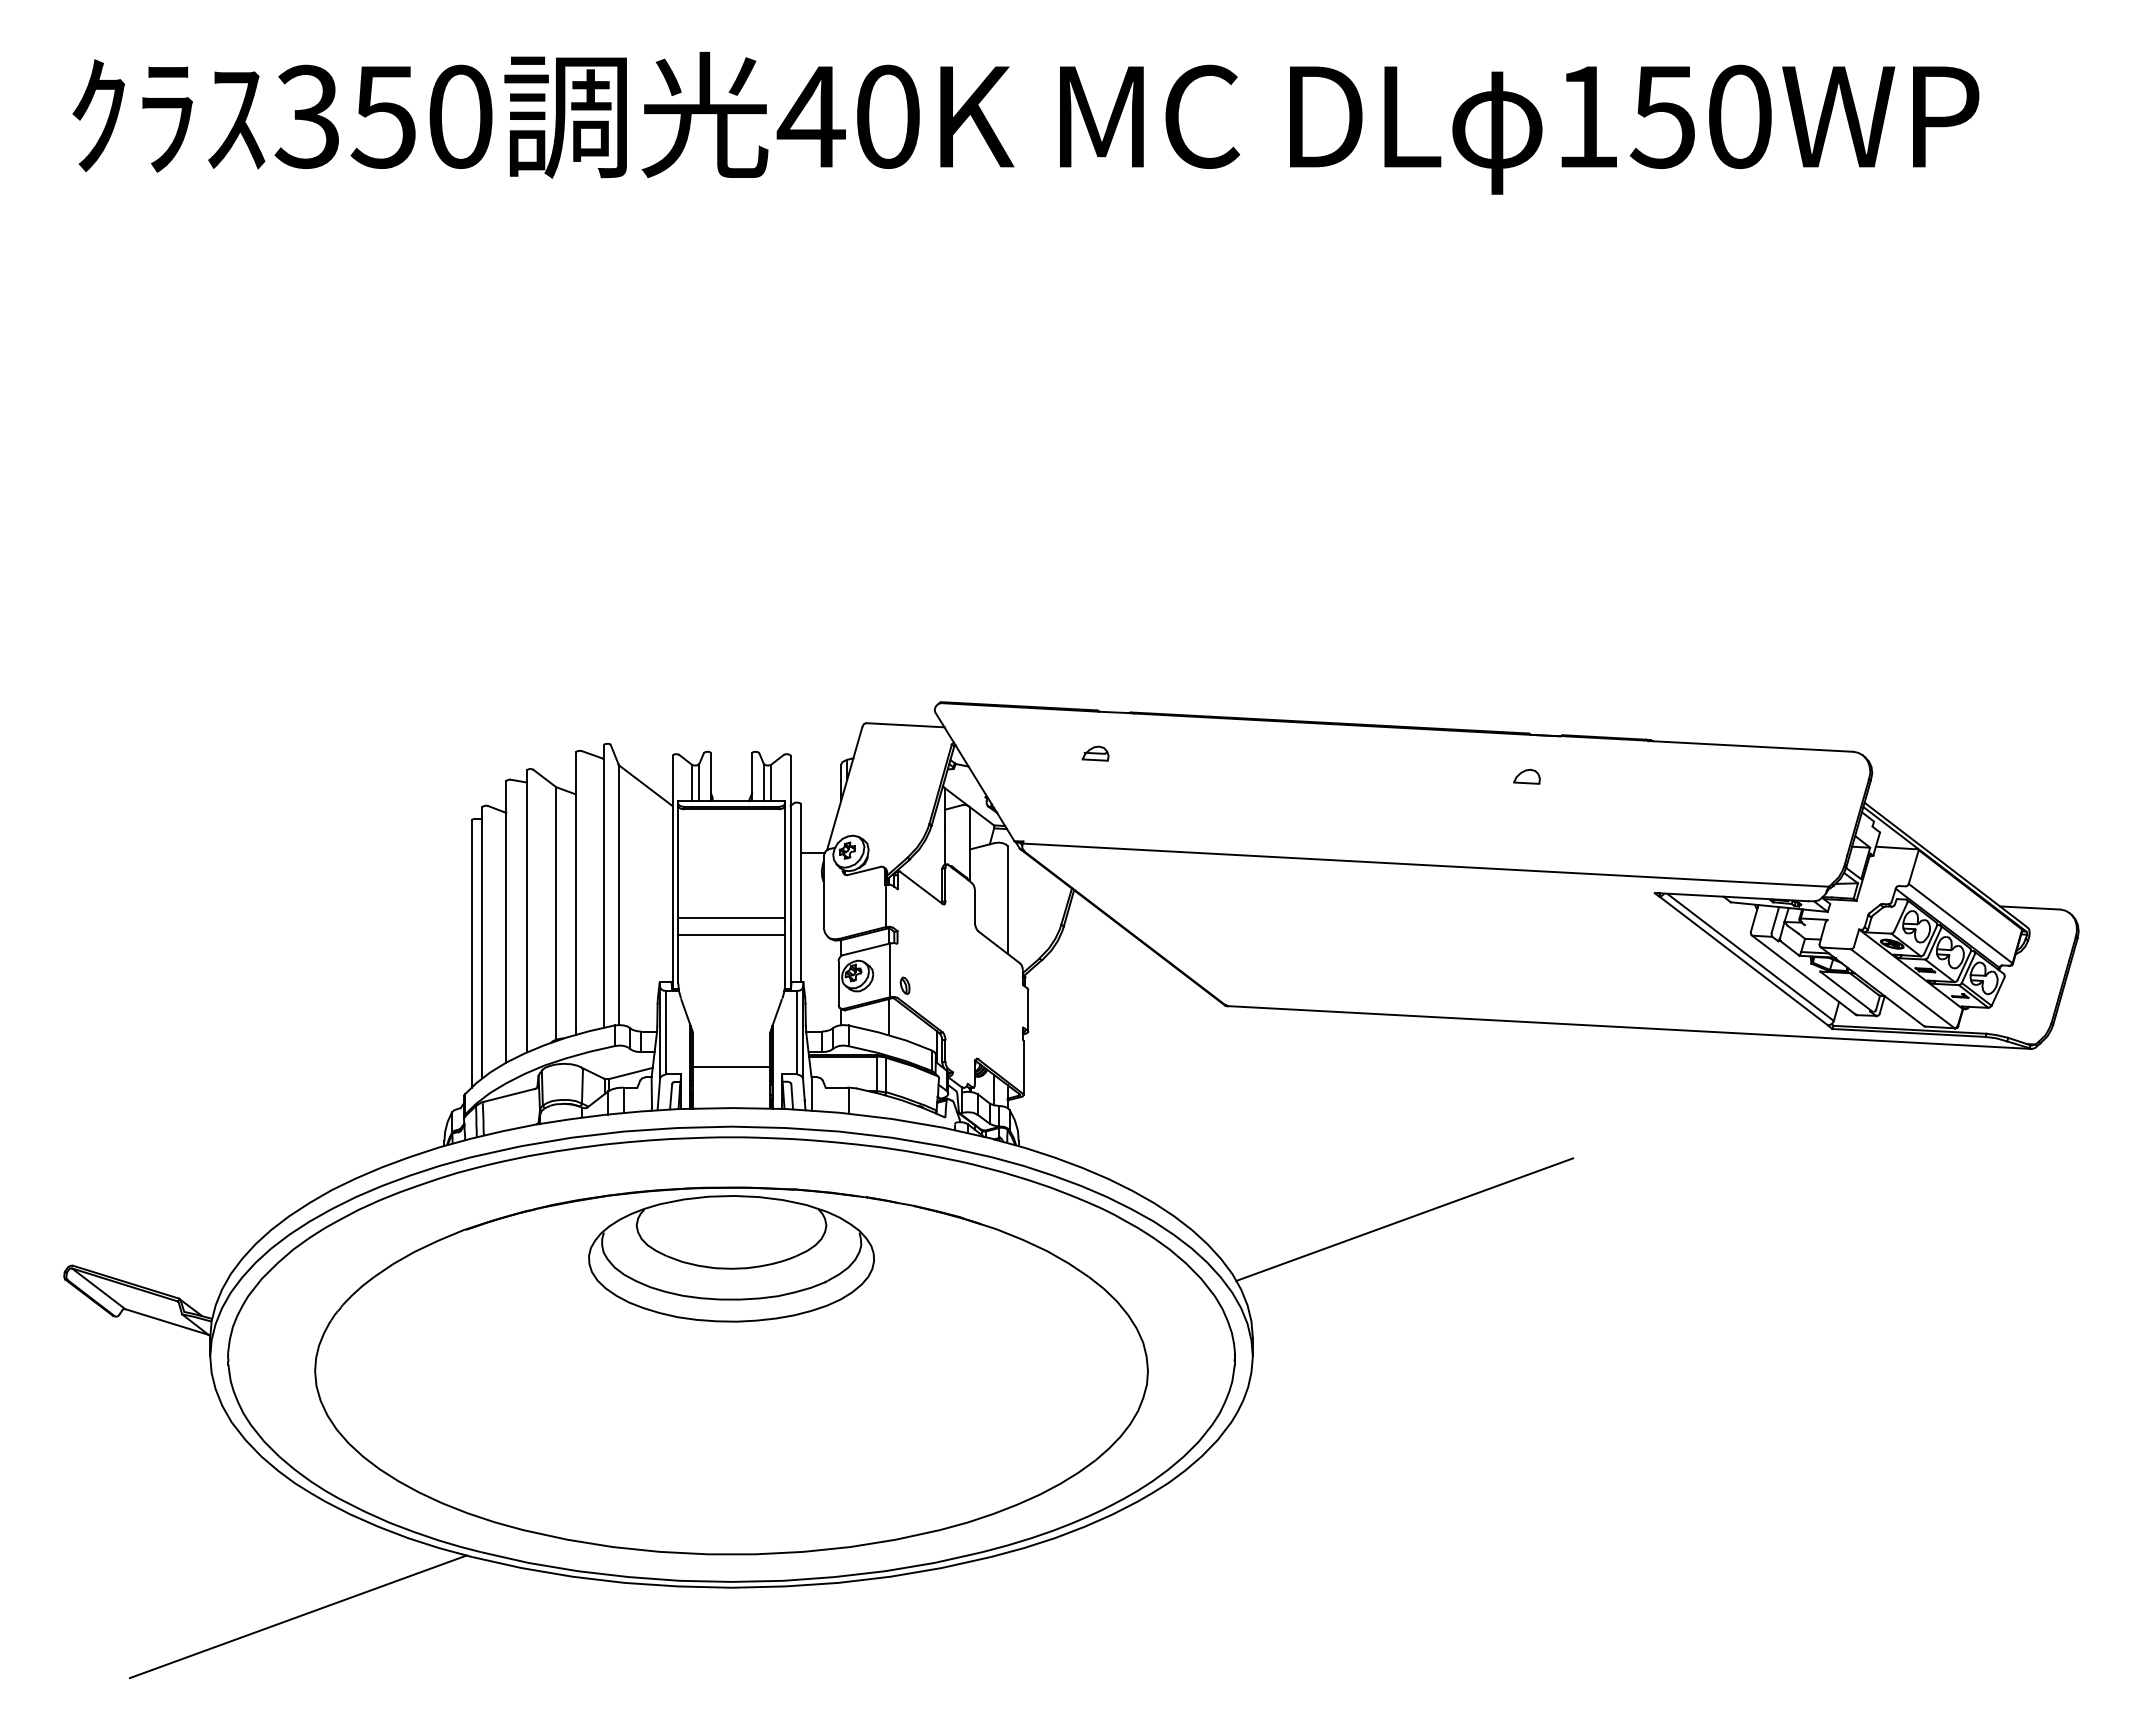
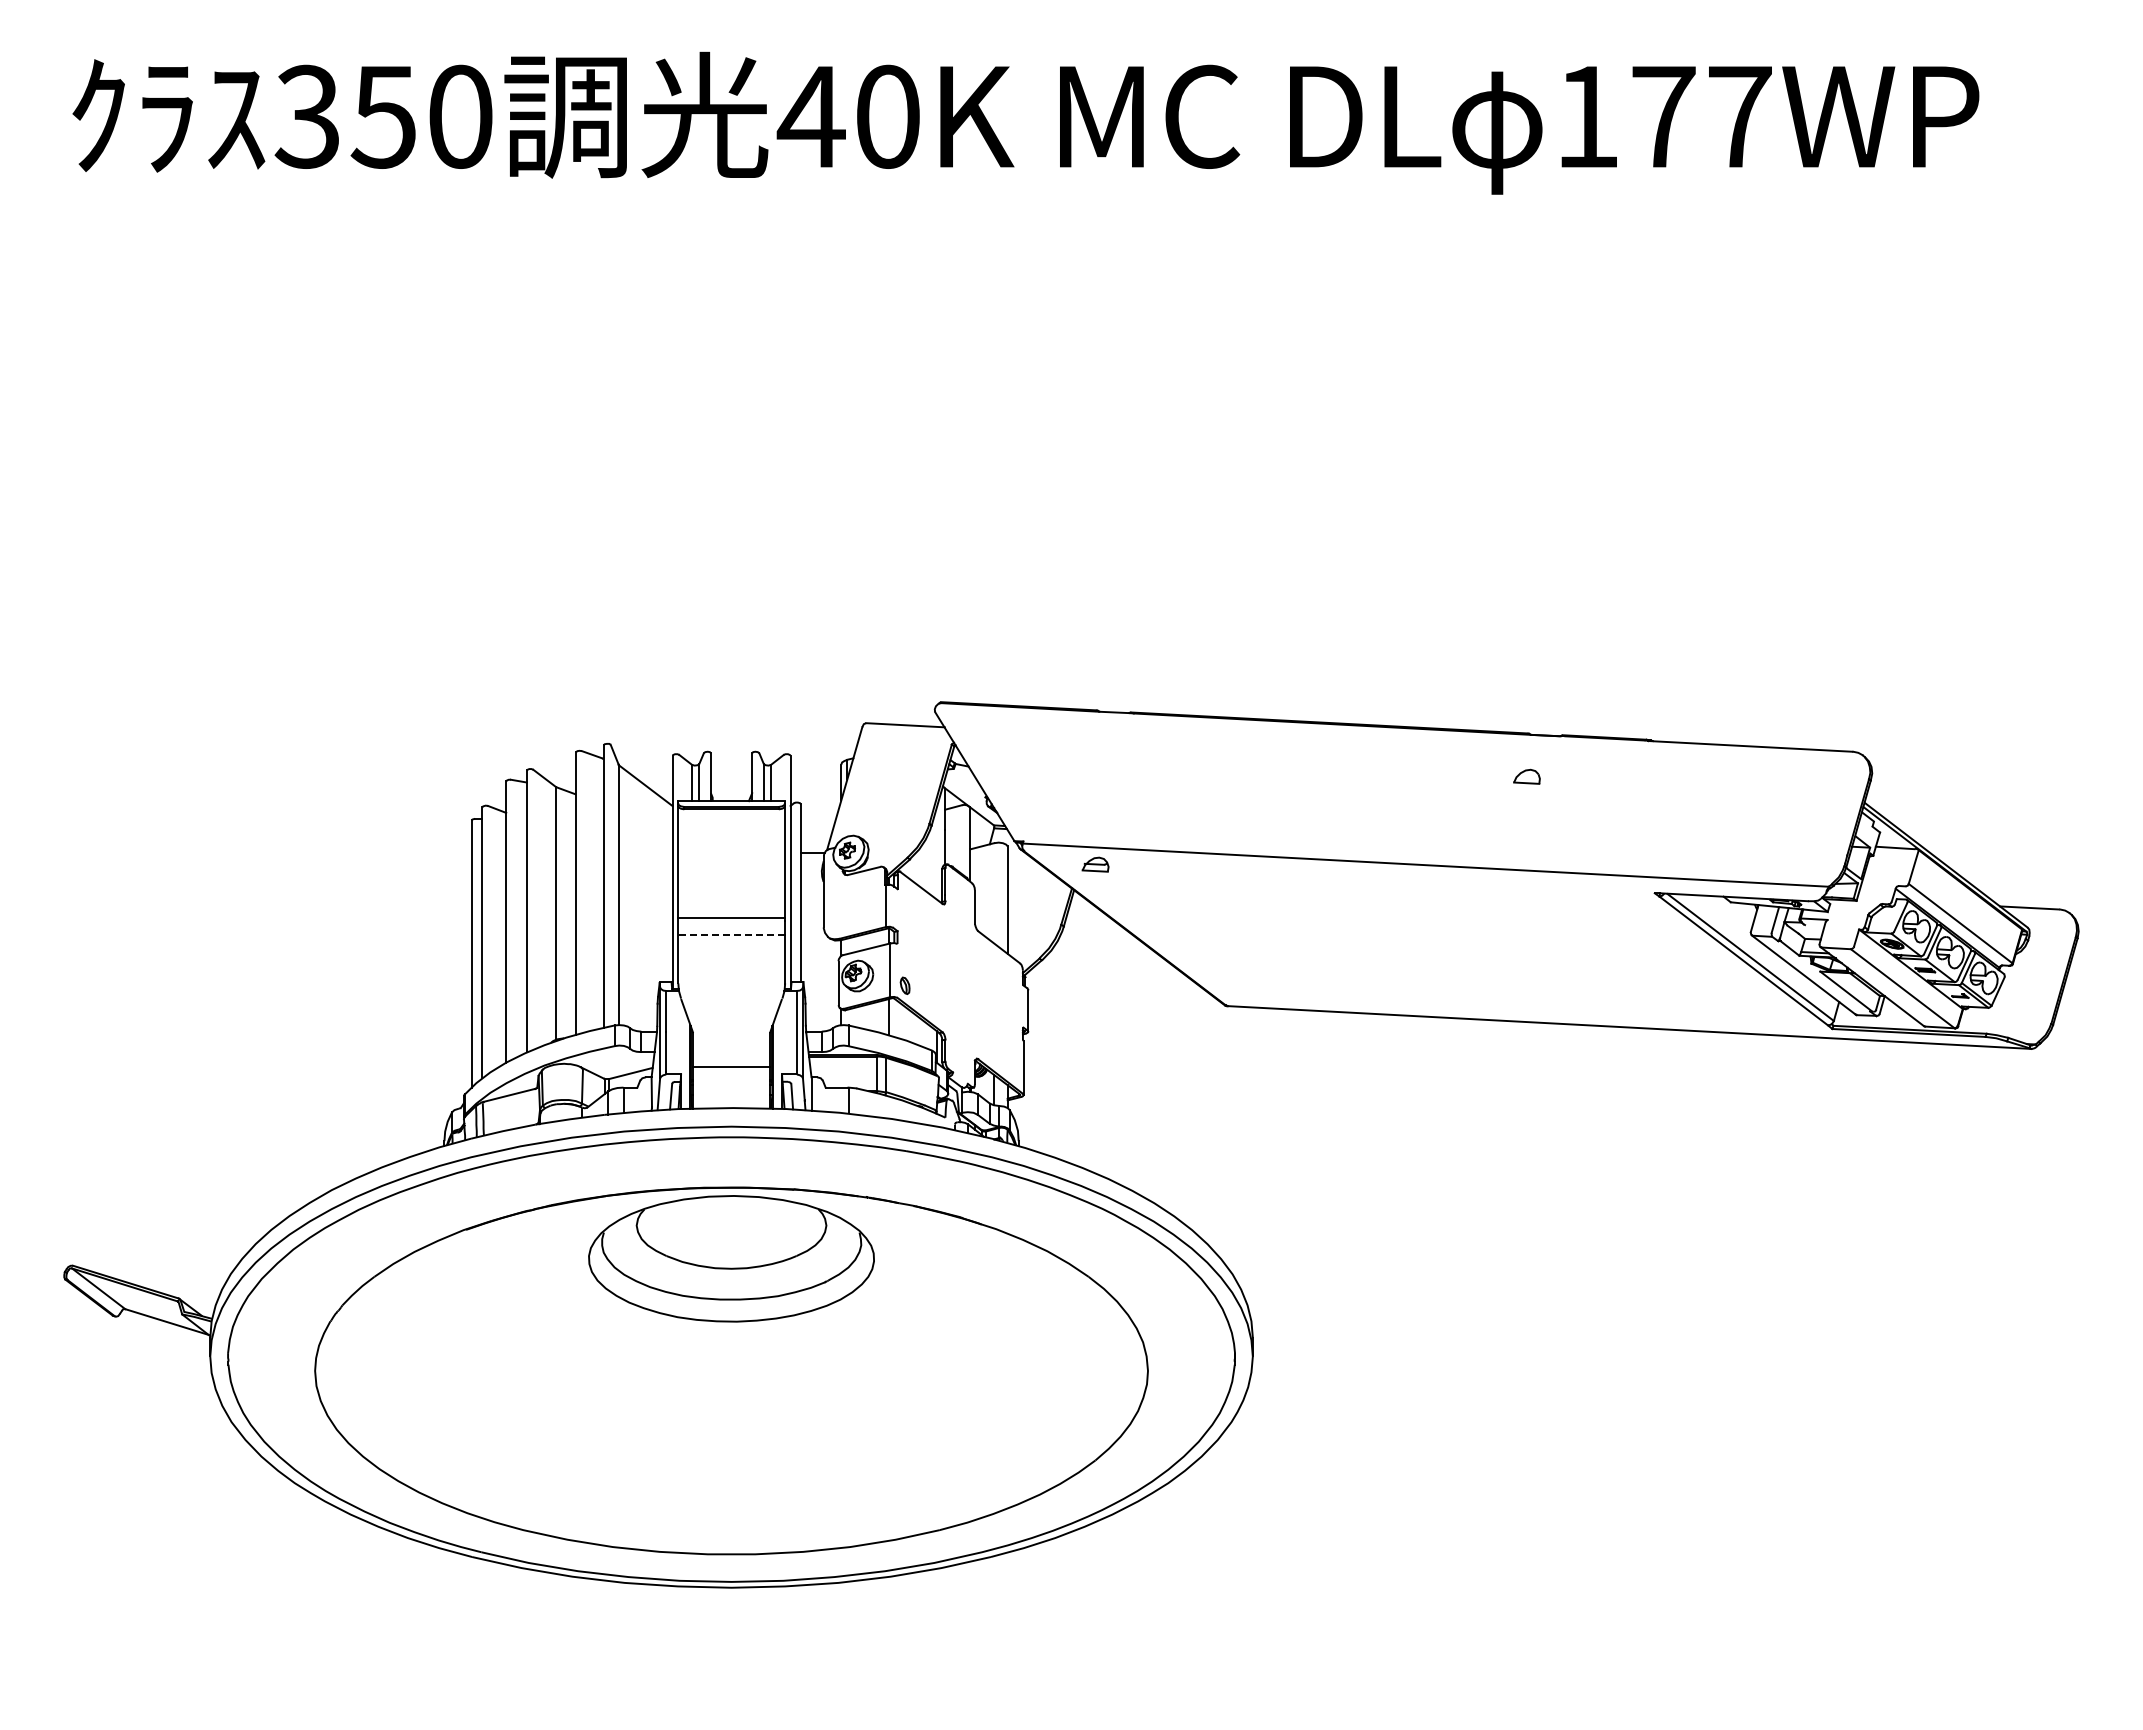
text at (1700, 116): 150WP -> 177WP
part at (1095, 753) position: (1095, 753) -> (1095, 864)
line at (731, 935): solid -> dashed
line at (1404, 1219): present -> none
line at (297, 1616): present -> none
